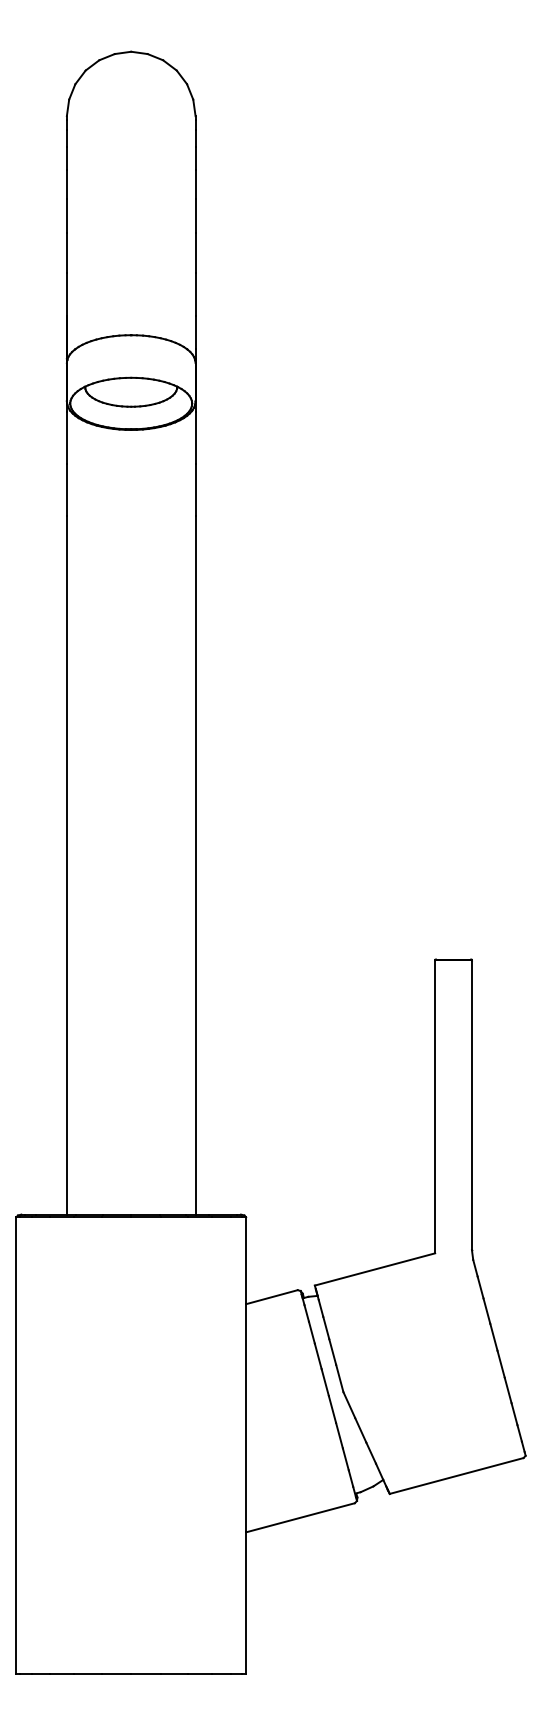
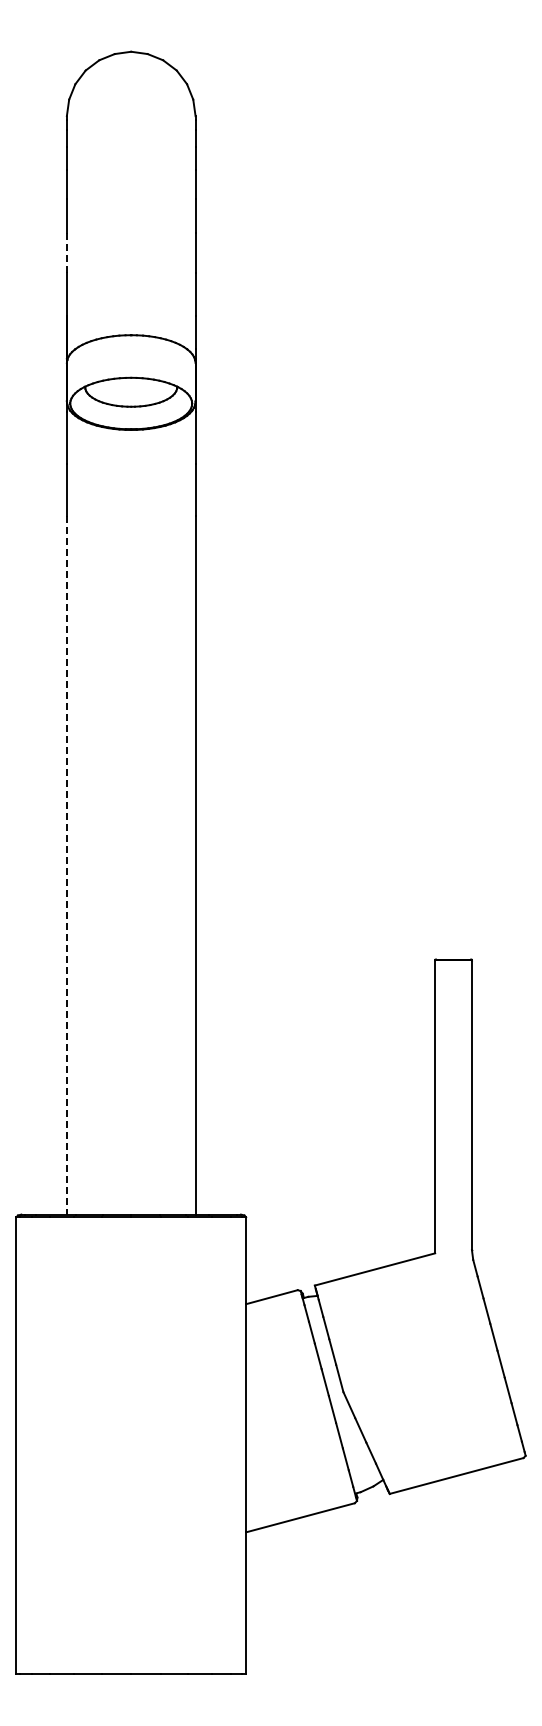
line at (66, 252): solid -> dashed
line at (66, 865): solid -> dashed
